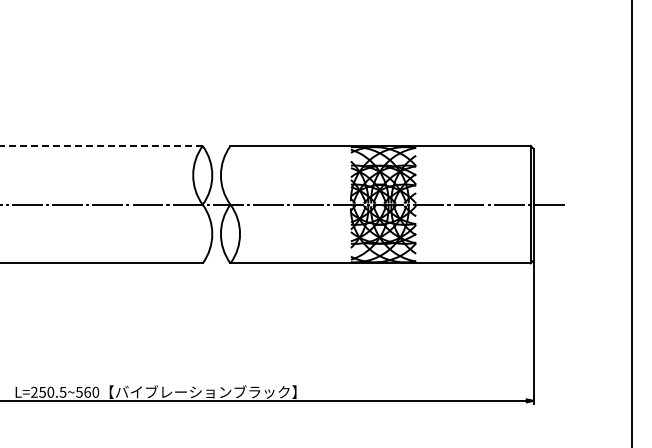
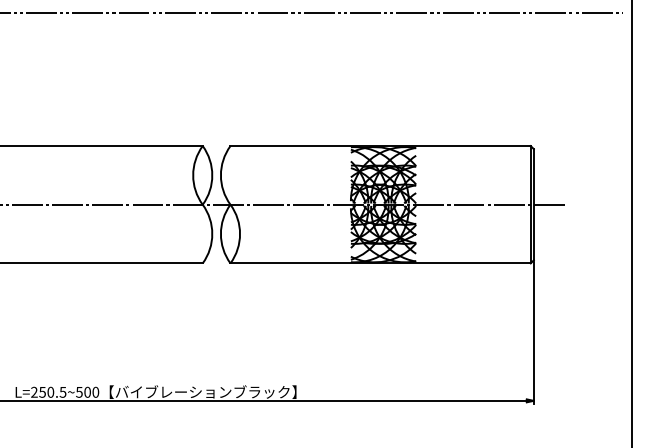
line at (312, 13): none -> present
line at (100, 146): dashed -> solid
text at (87, 391): L=250.5~560 -> L=250.5~500
